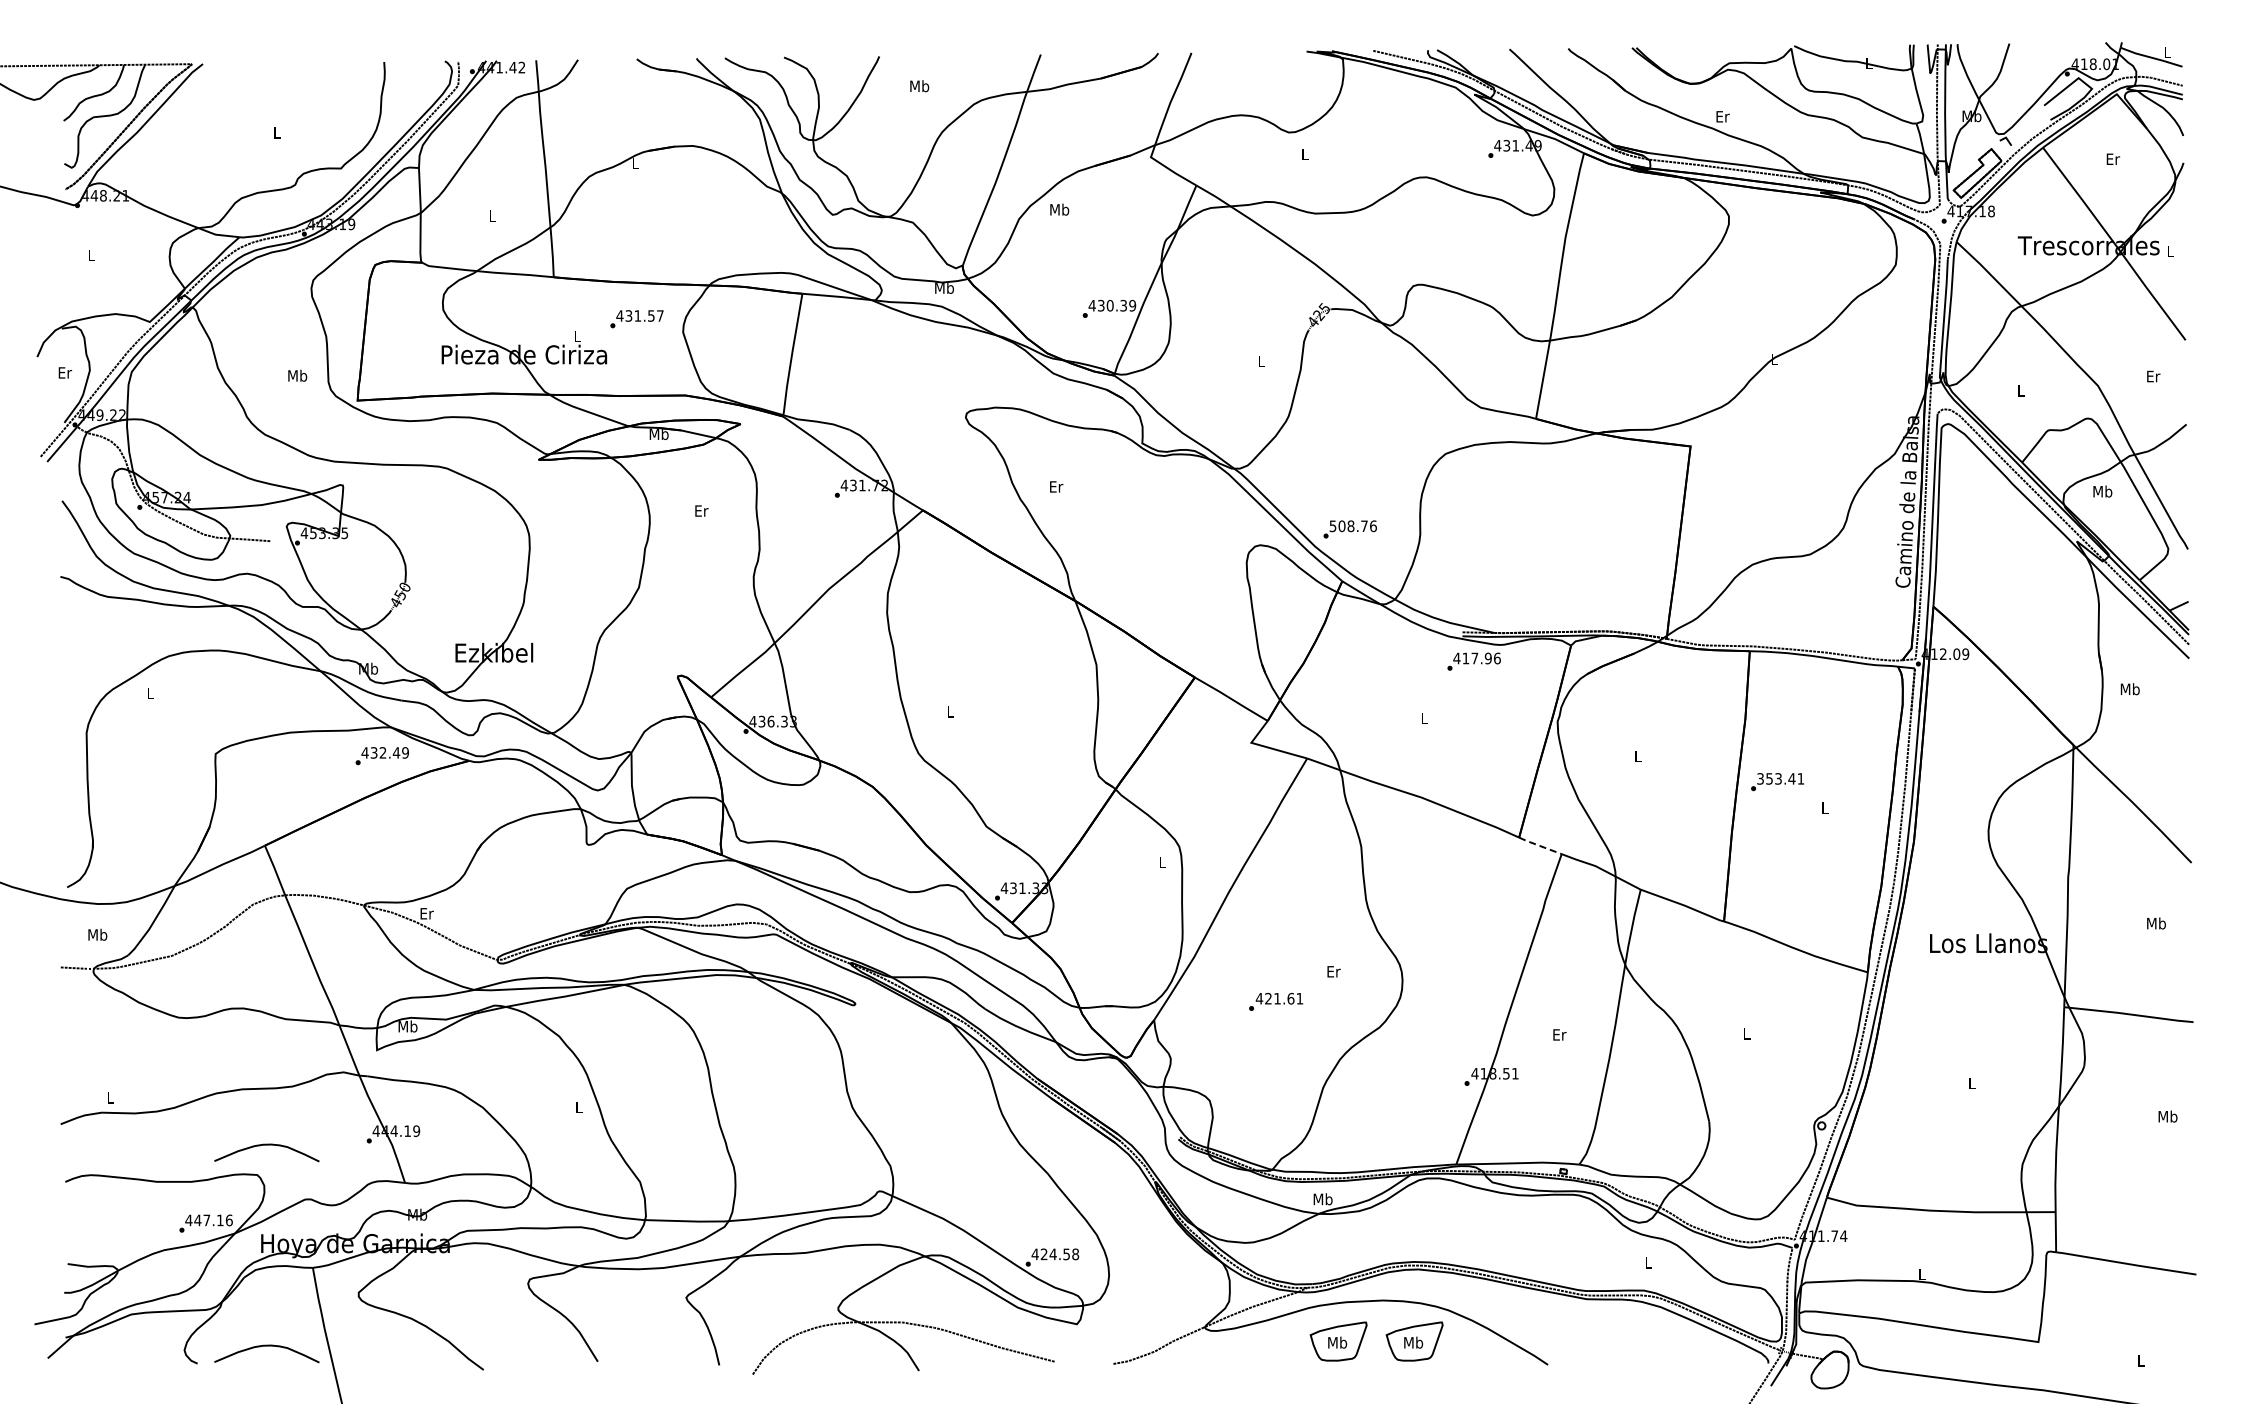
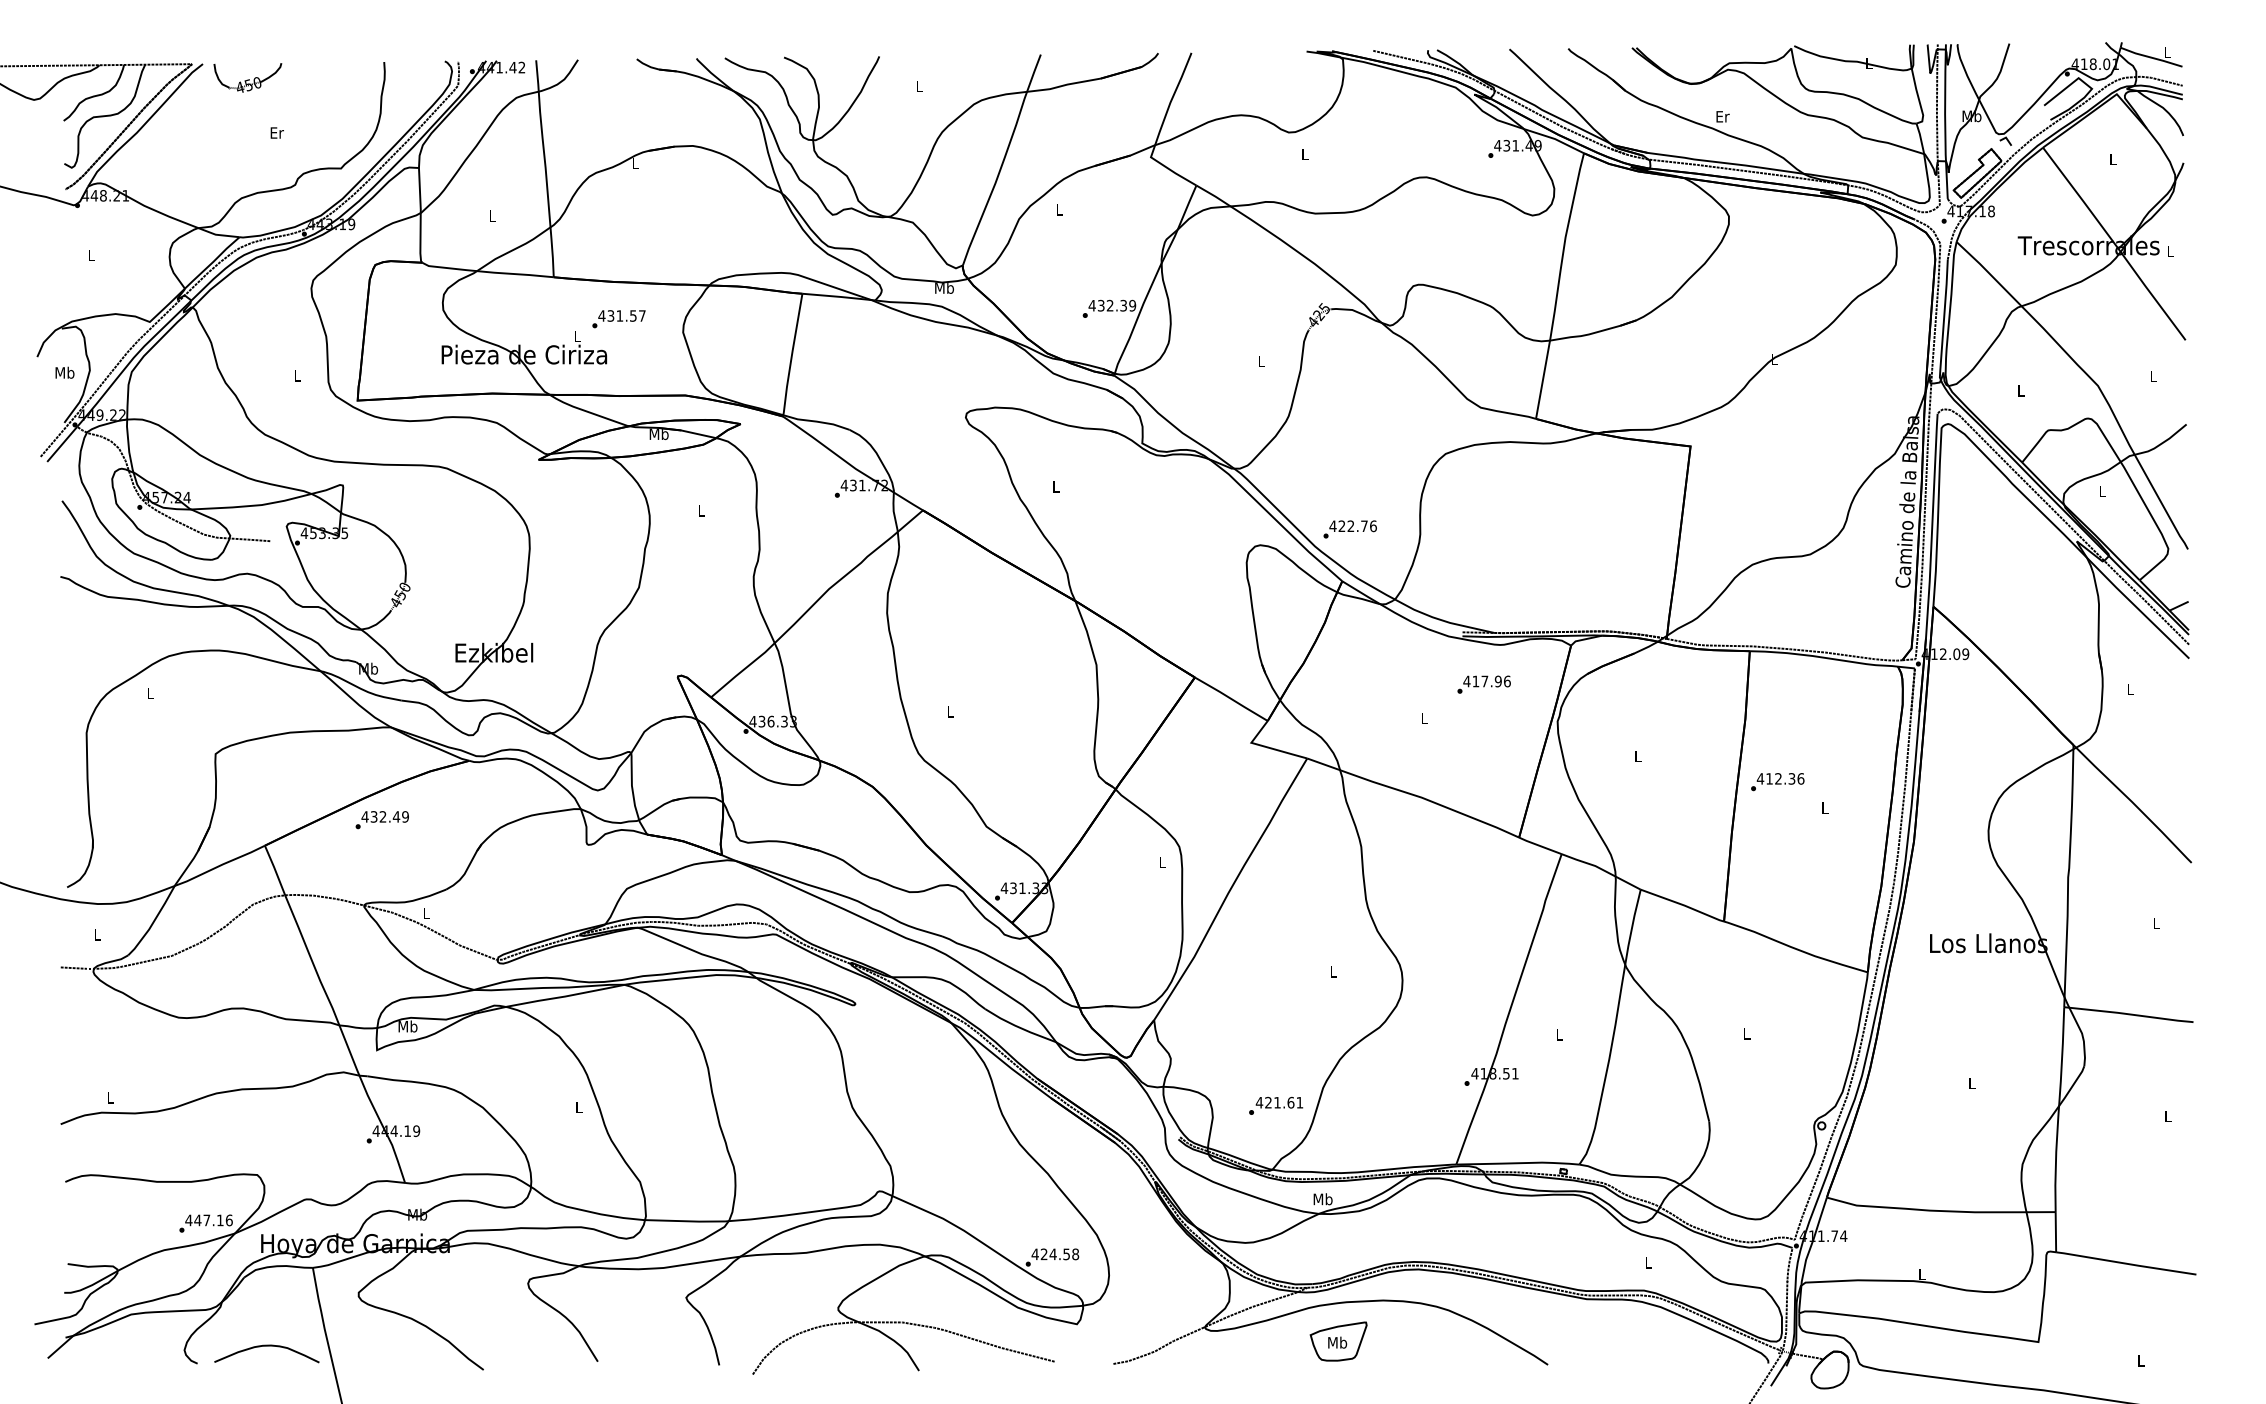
part at (247, 77): none -> present
text at (919, 86): Mb -> L
text at (276, 132): L -> Er
text at (2113, 158): Er -> L
text at (1059, 209): Mb -> L
text at (1109, 305): 430.39 -> 432.39
text at (636, 319) position: (636, 319) -> (618, 319)
text at (64, 372): Er -> Mb
text at (297, 375): Mb -> L
text at (2153, 376): Er -> L
text at (1056, 486): Er -> L
text at (2102, 491): Mb -> L
text at (701, 510): Er -> L
text at (1341, 526): 508.76 -> 422.76
text at (1473, 661) position: (1473, 661) -> (1483, 684)
text at (2129, 689): Mb -> L
text at (381, 756) position: (381, 756) -> (381, 820)
text at (1780, 778): 353.41 -> 412.36
line at (1539, 845): dashed -> solid
text at (426, 913): Er -> L
text at (2156, 923): Mb -> L
text at (97, 934): Mb -> L
text at (1333, 971): Er -> L
text at (1276, 1001) position: (1276, 1001) -> (1276, 1105)
text at (1559, 1034): Er -> L
text at (2167, 1116): Mb -> L
curve at (266, 1145): present -> none
part at (1414, 1341): present -> none
